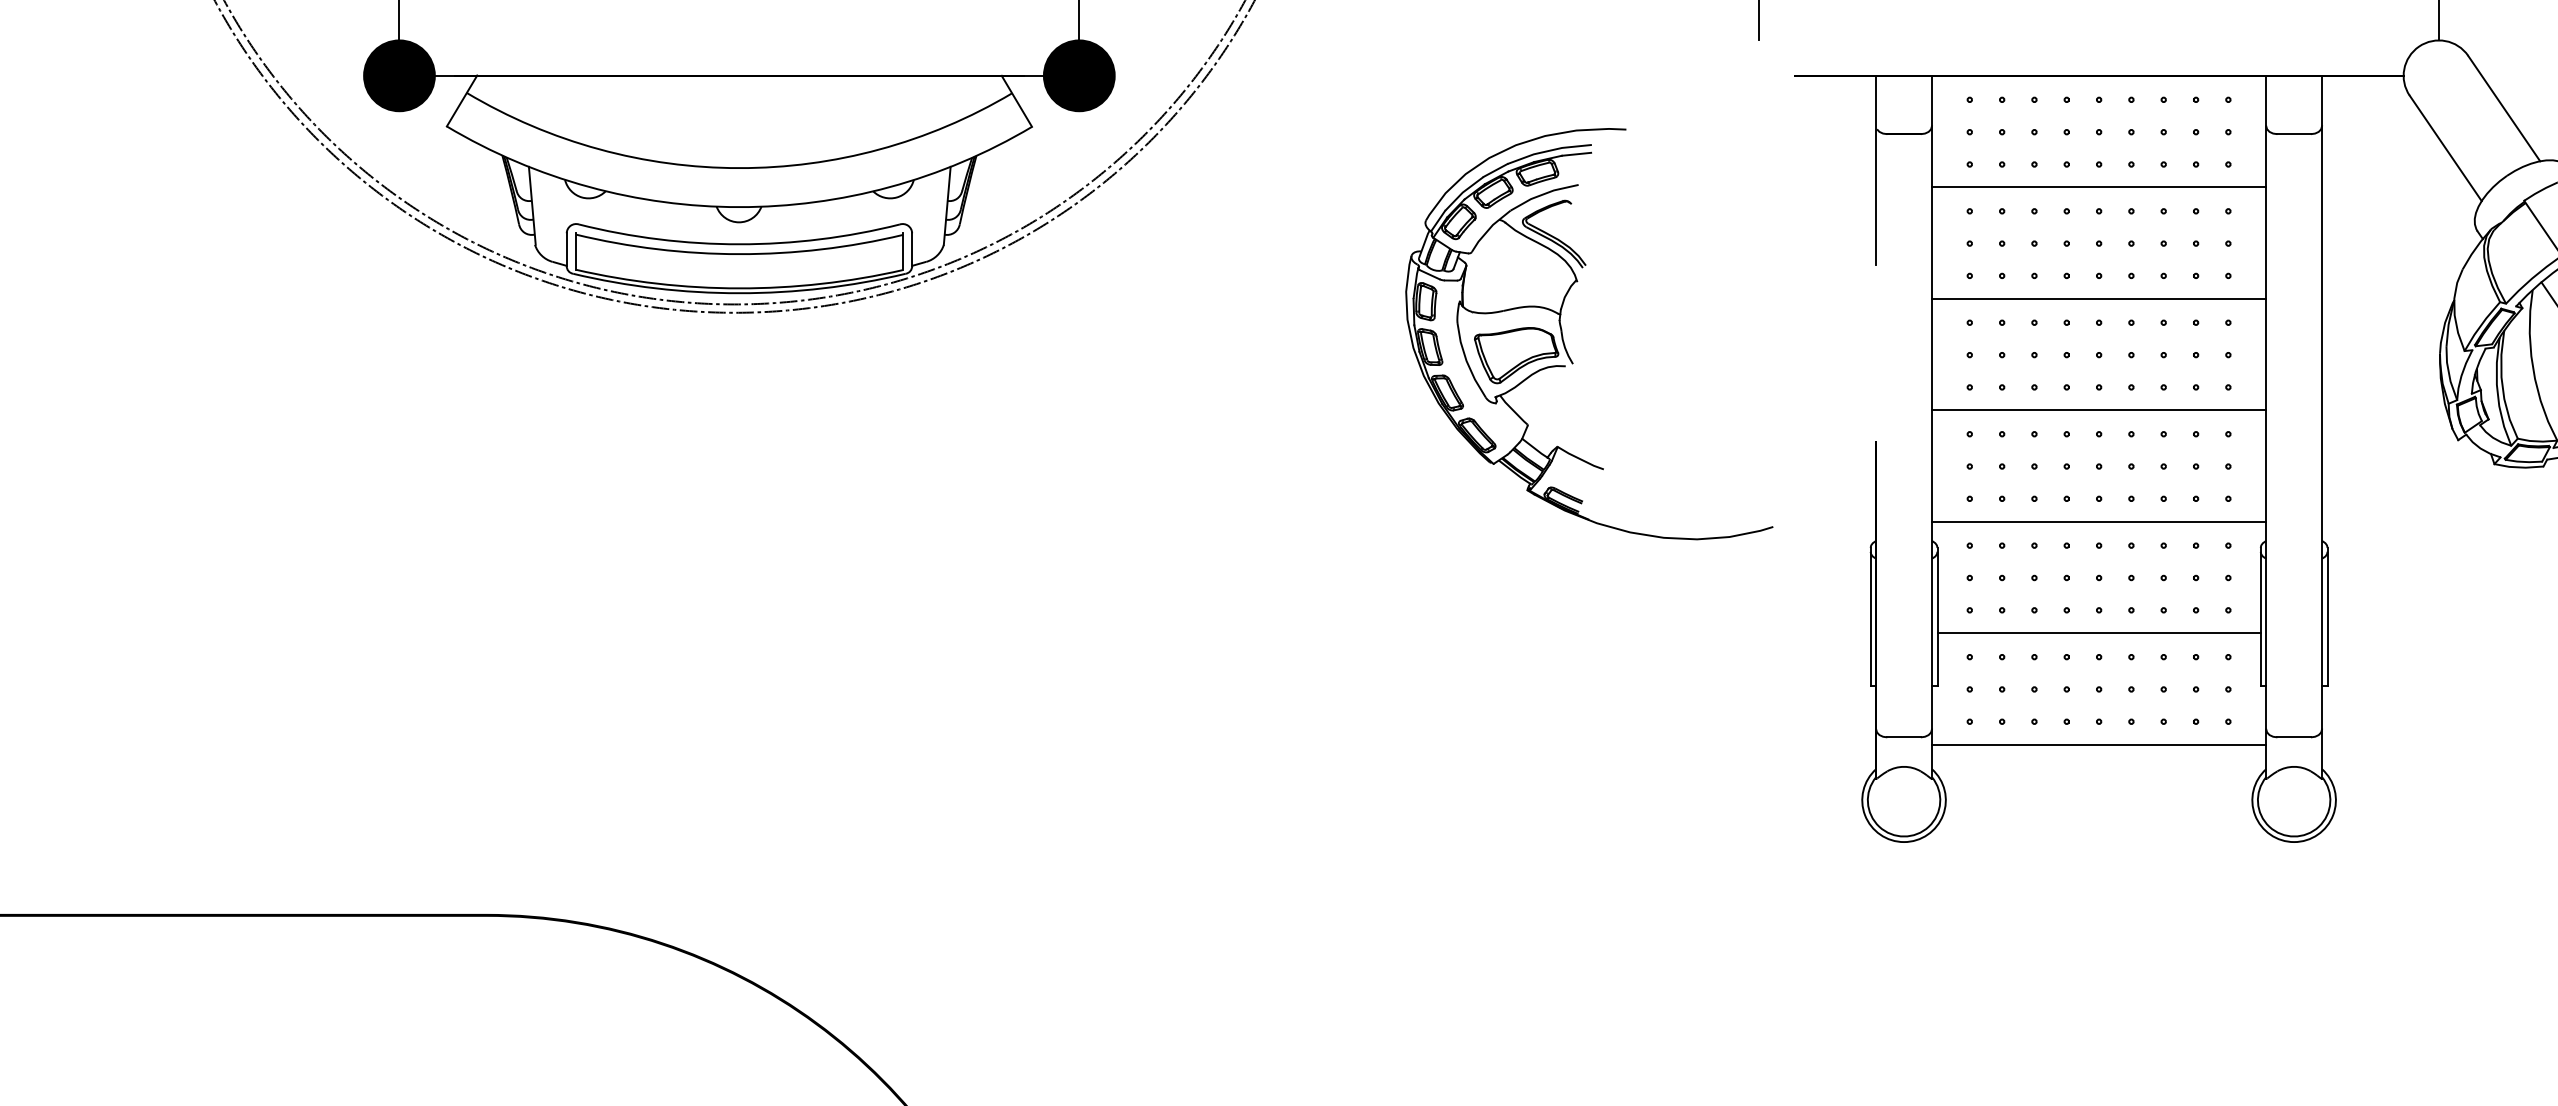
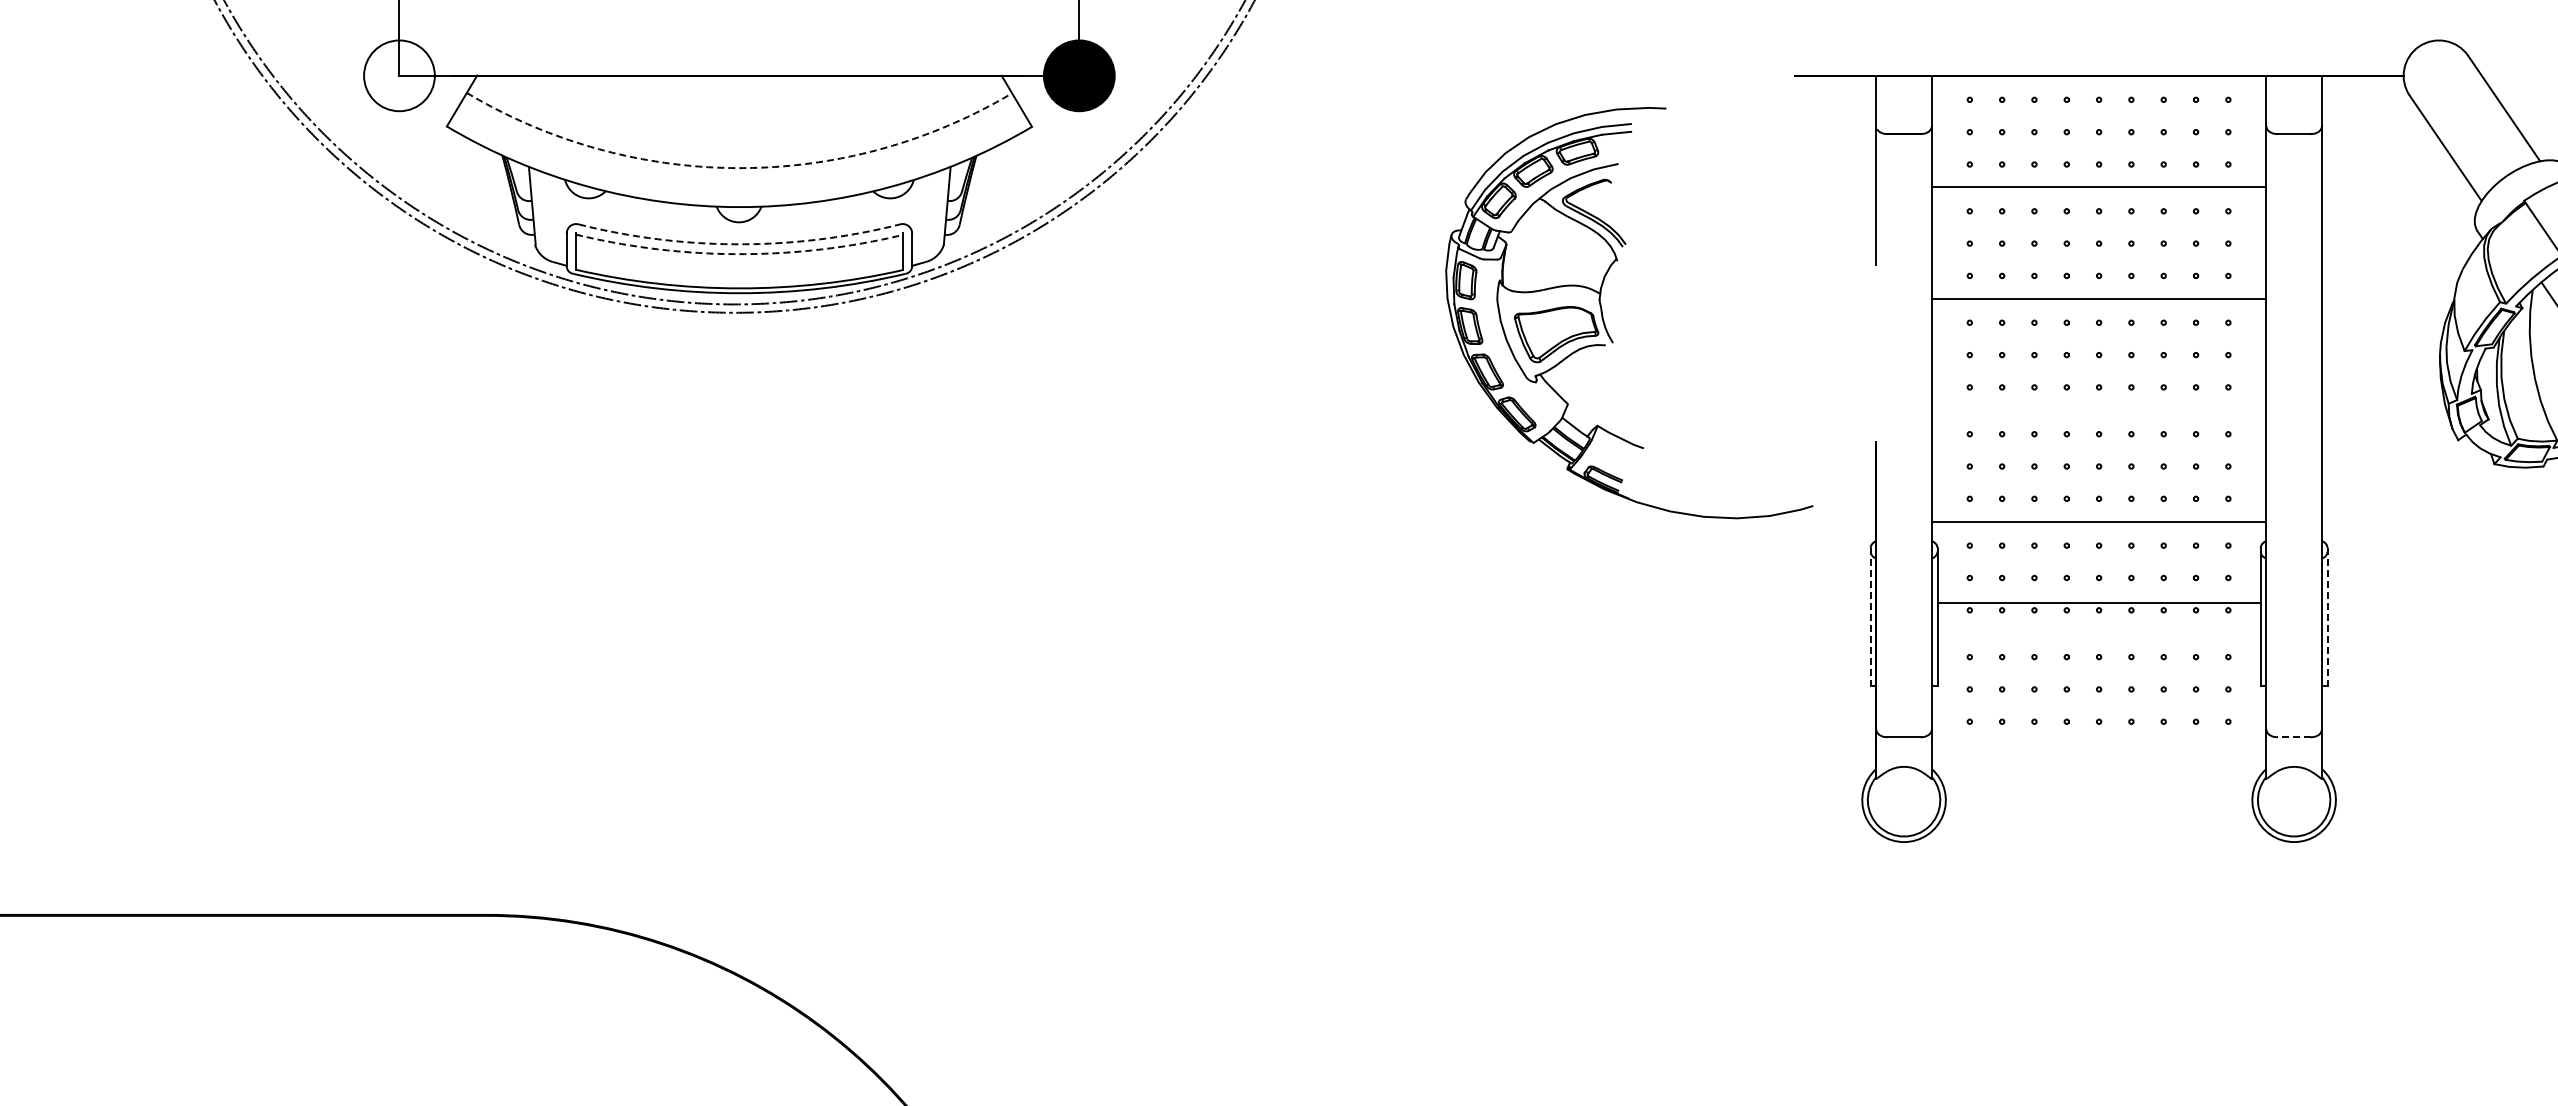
line at (1759, 21): present -> none
line at (2439, 21): present -> none
fill at (399, 75): present -> none
arc at (739, 168): solid -> dashed
arc at (739, 244): solid -> dashed
arc at (739, 254): solid -> dashed
part at (1564, 341) position: (1564, 341) -> (1604, 320)
line at (2098, 410): present -> none
line at (1870, 616): solid -> dashed
line at (2327, 616): solid -> dashed
line at (2098, 633) position: (2098, 633) -> (2098, 603)
line at (2294, 737): solid -> dashed
line at (2098, 744): present -> none
